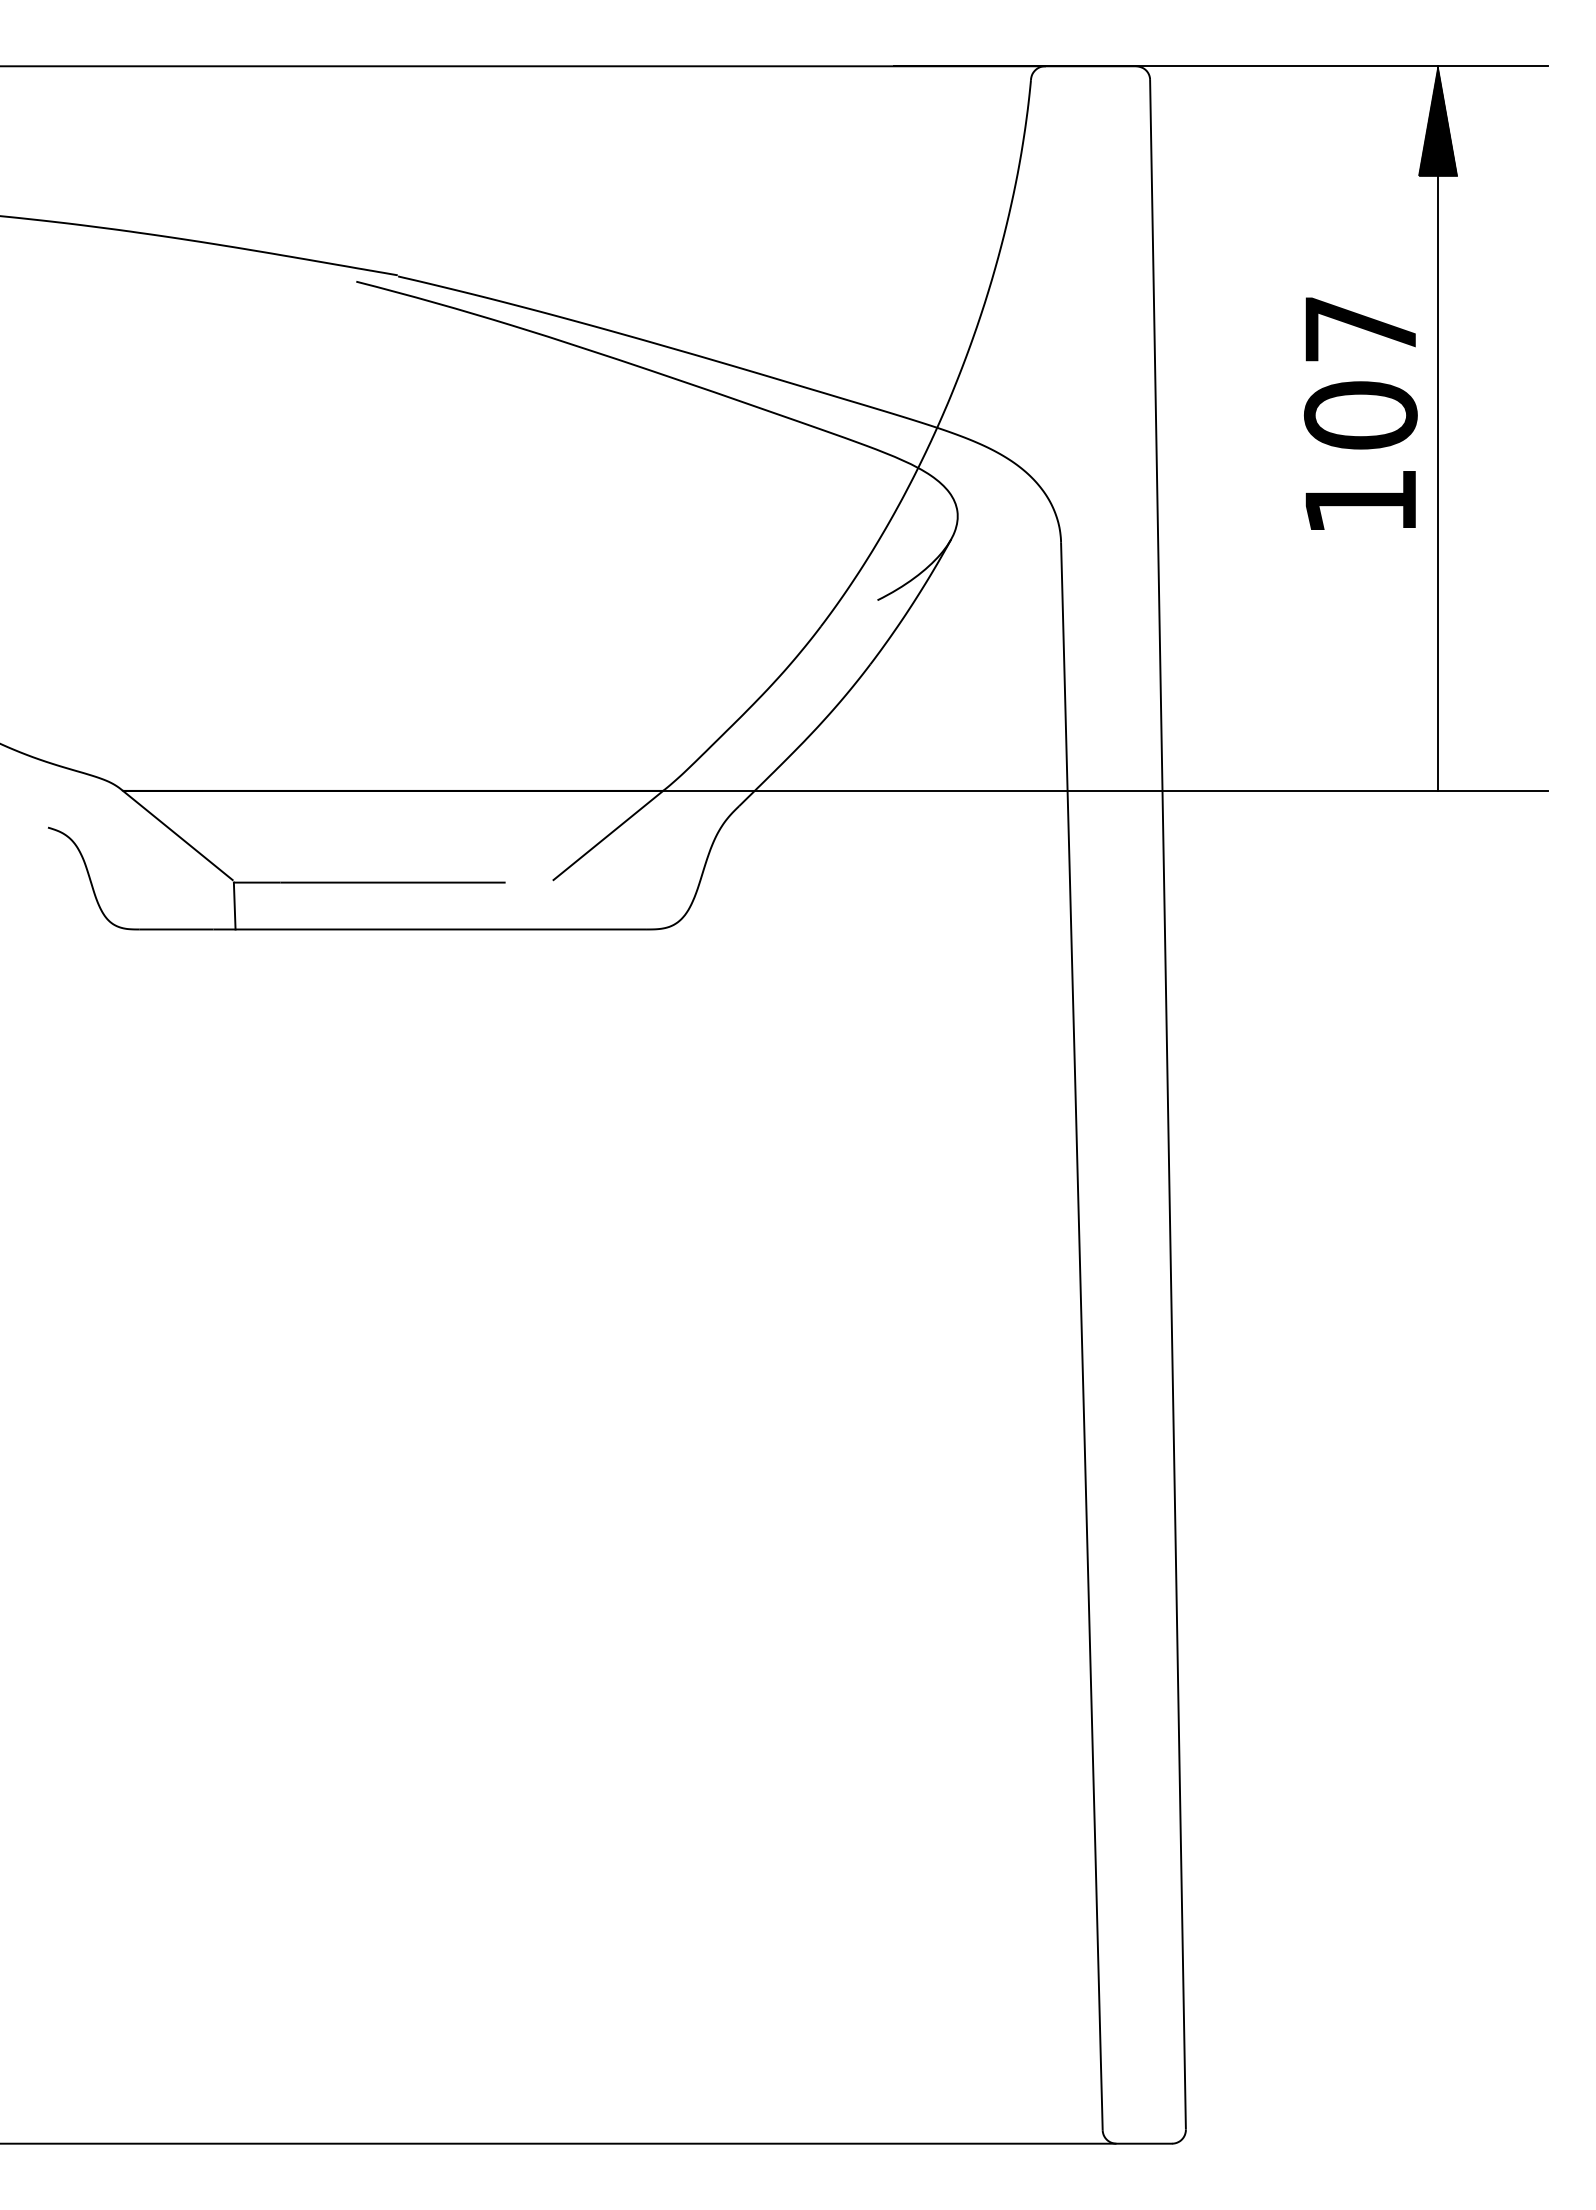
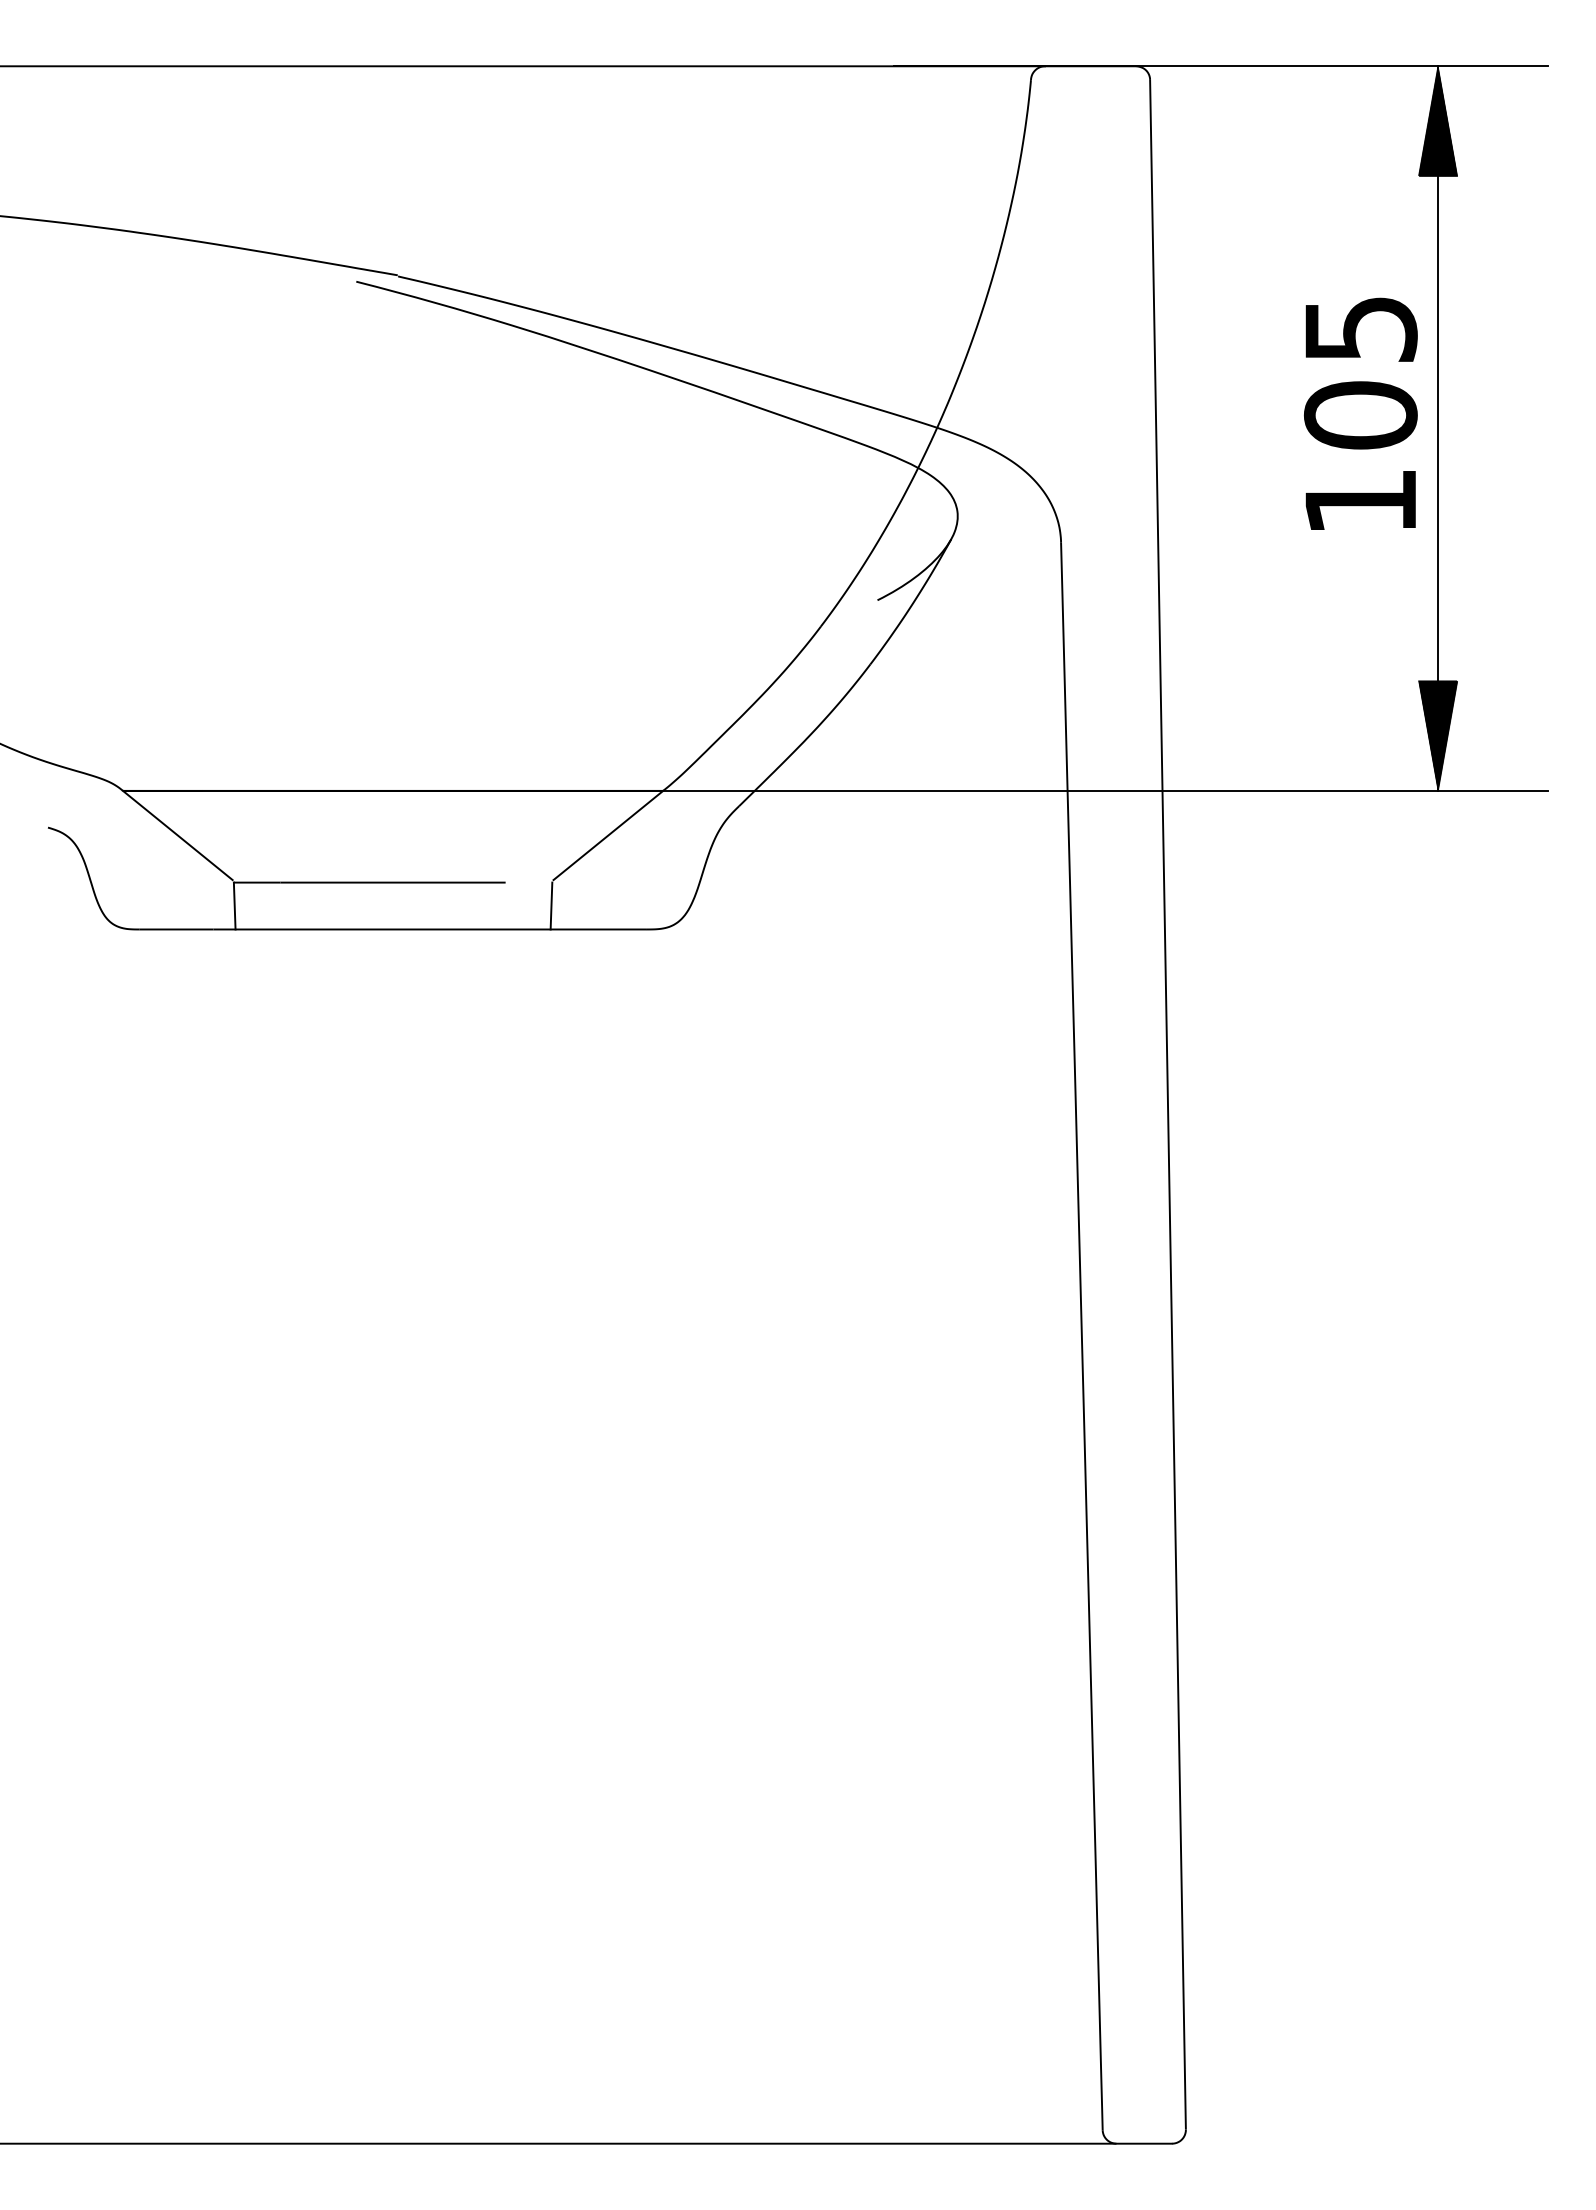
text at (1361, 329): 107 -> 105
hatch at (1437, 735): none -> present
line at (551, 905): none -> present
